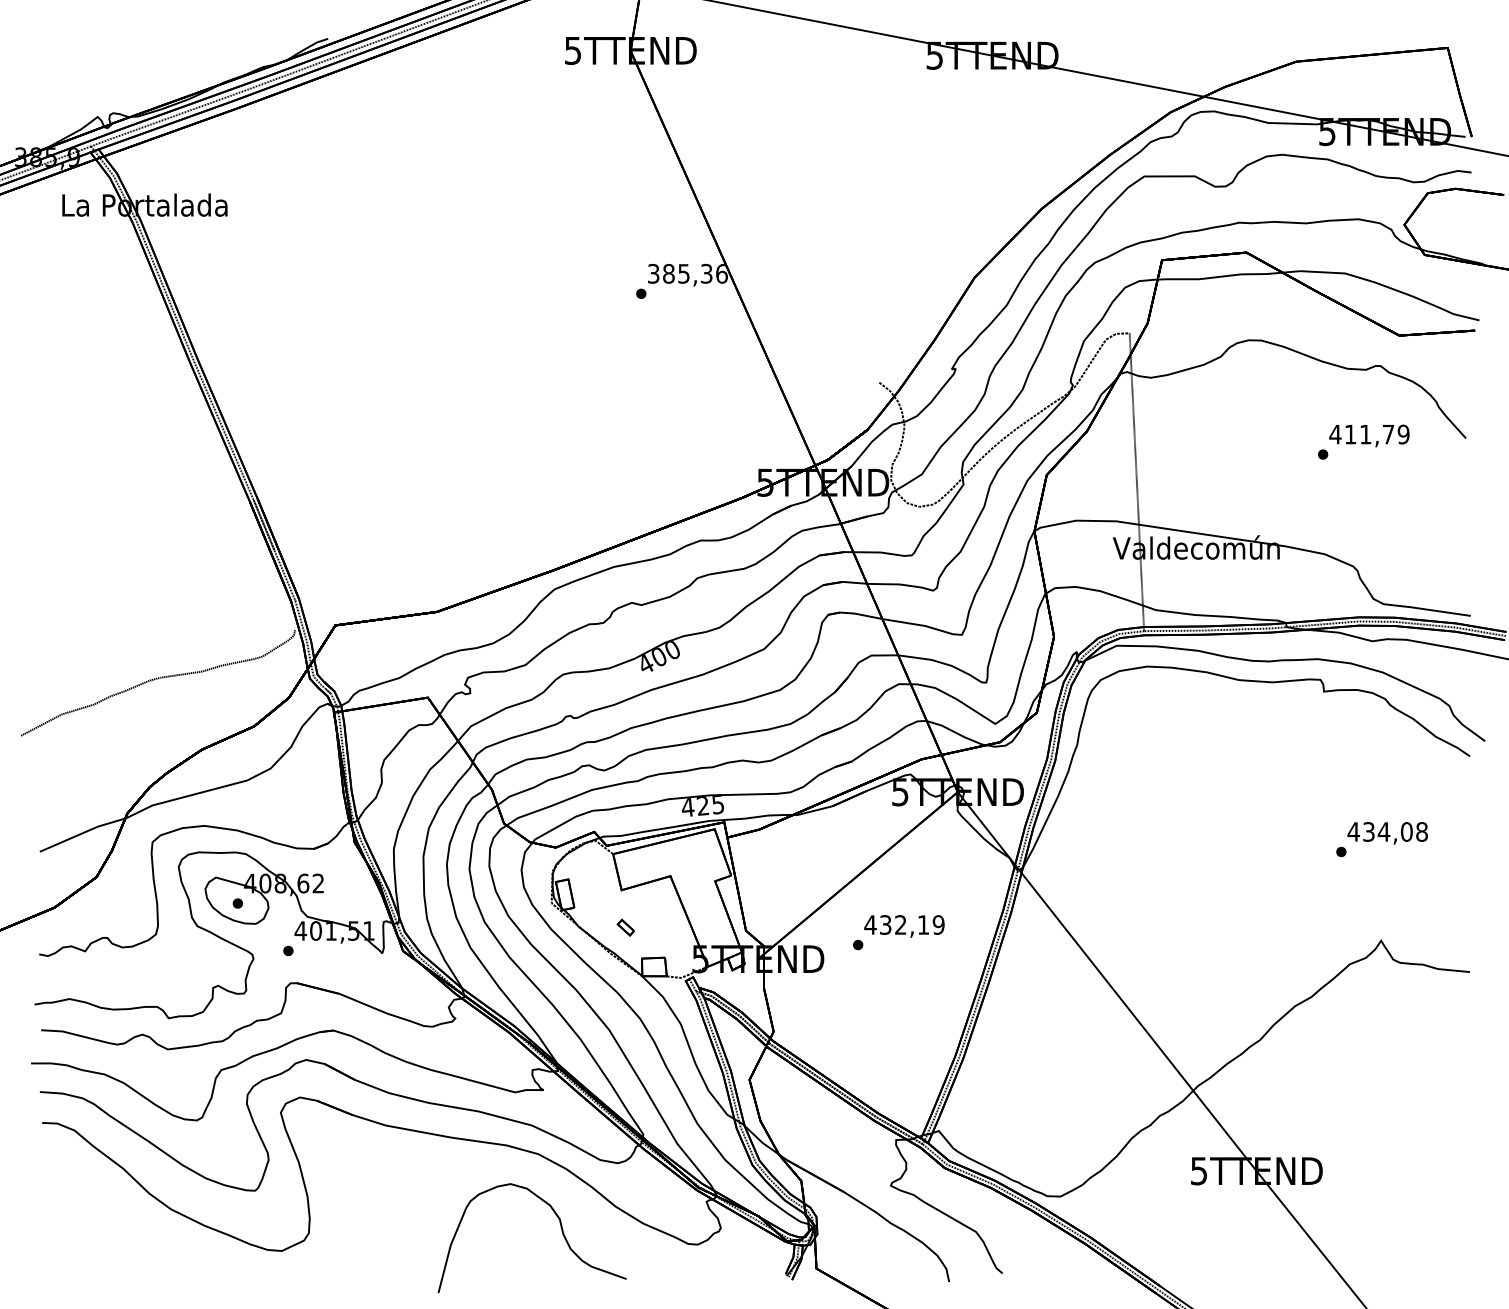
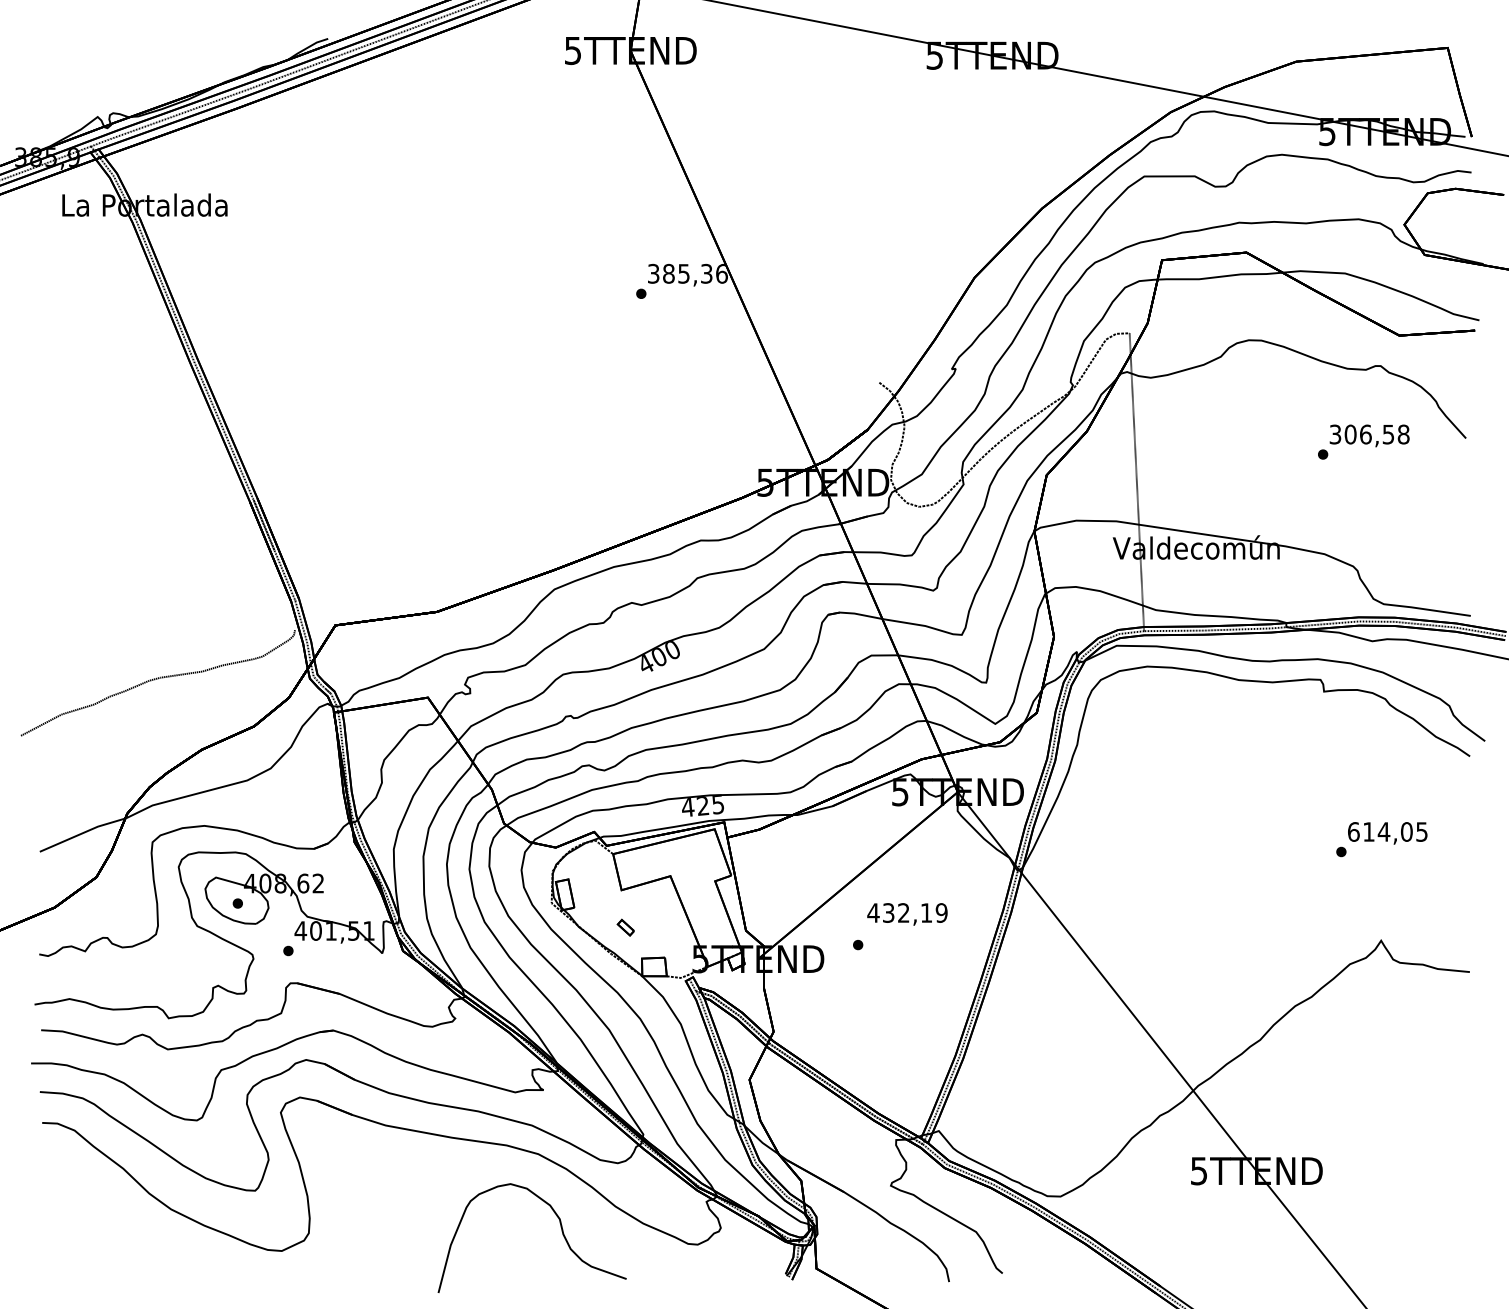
text at (1369, 434): 411,79 -> 306,58
text at (1387, 831): 434,08 -> 614,05
text at (904, 926) position: (904, 926) -> (907, 914)
